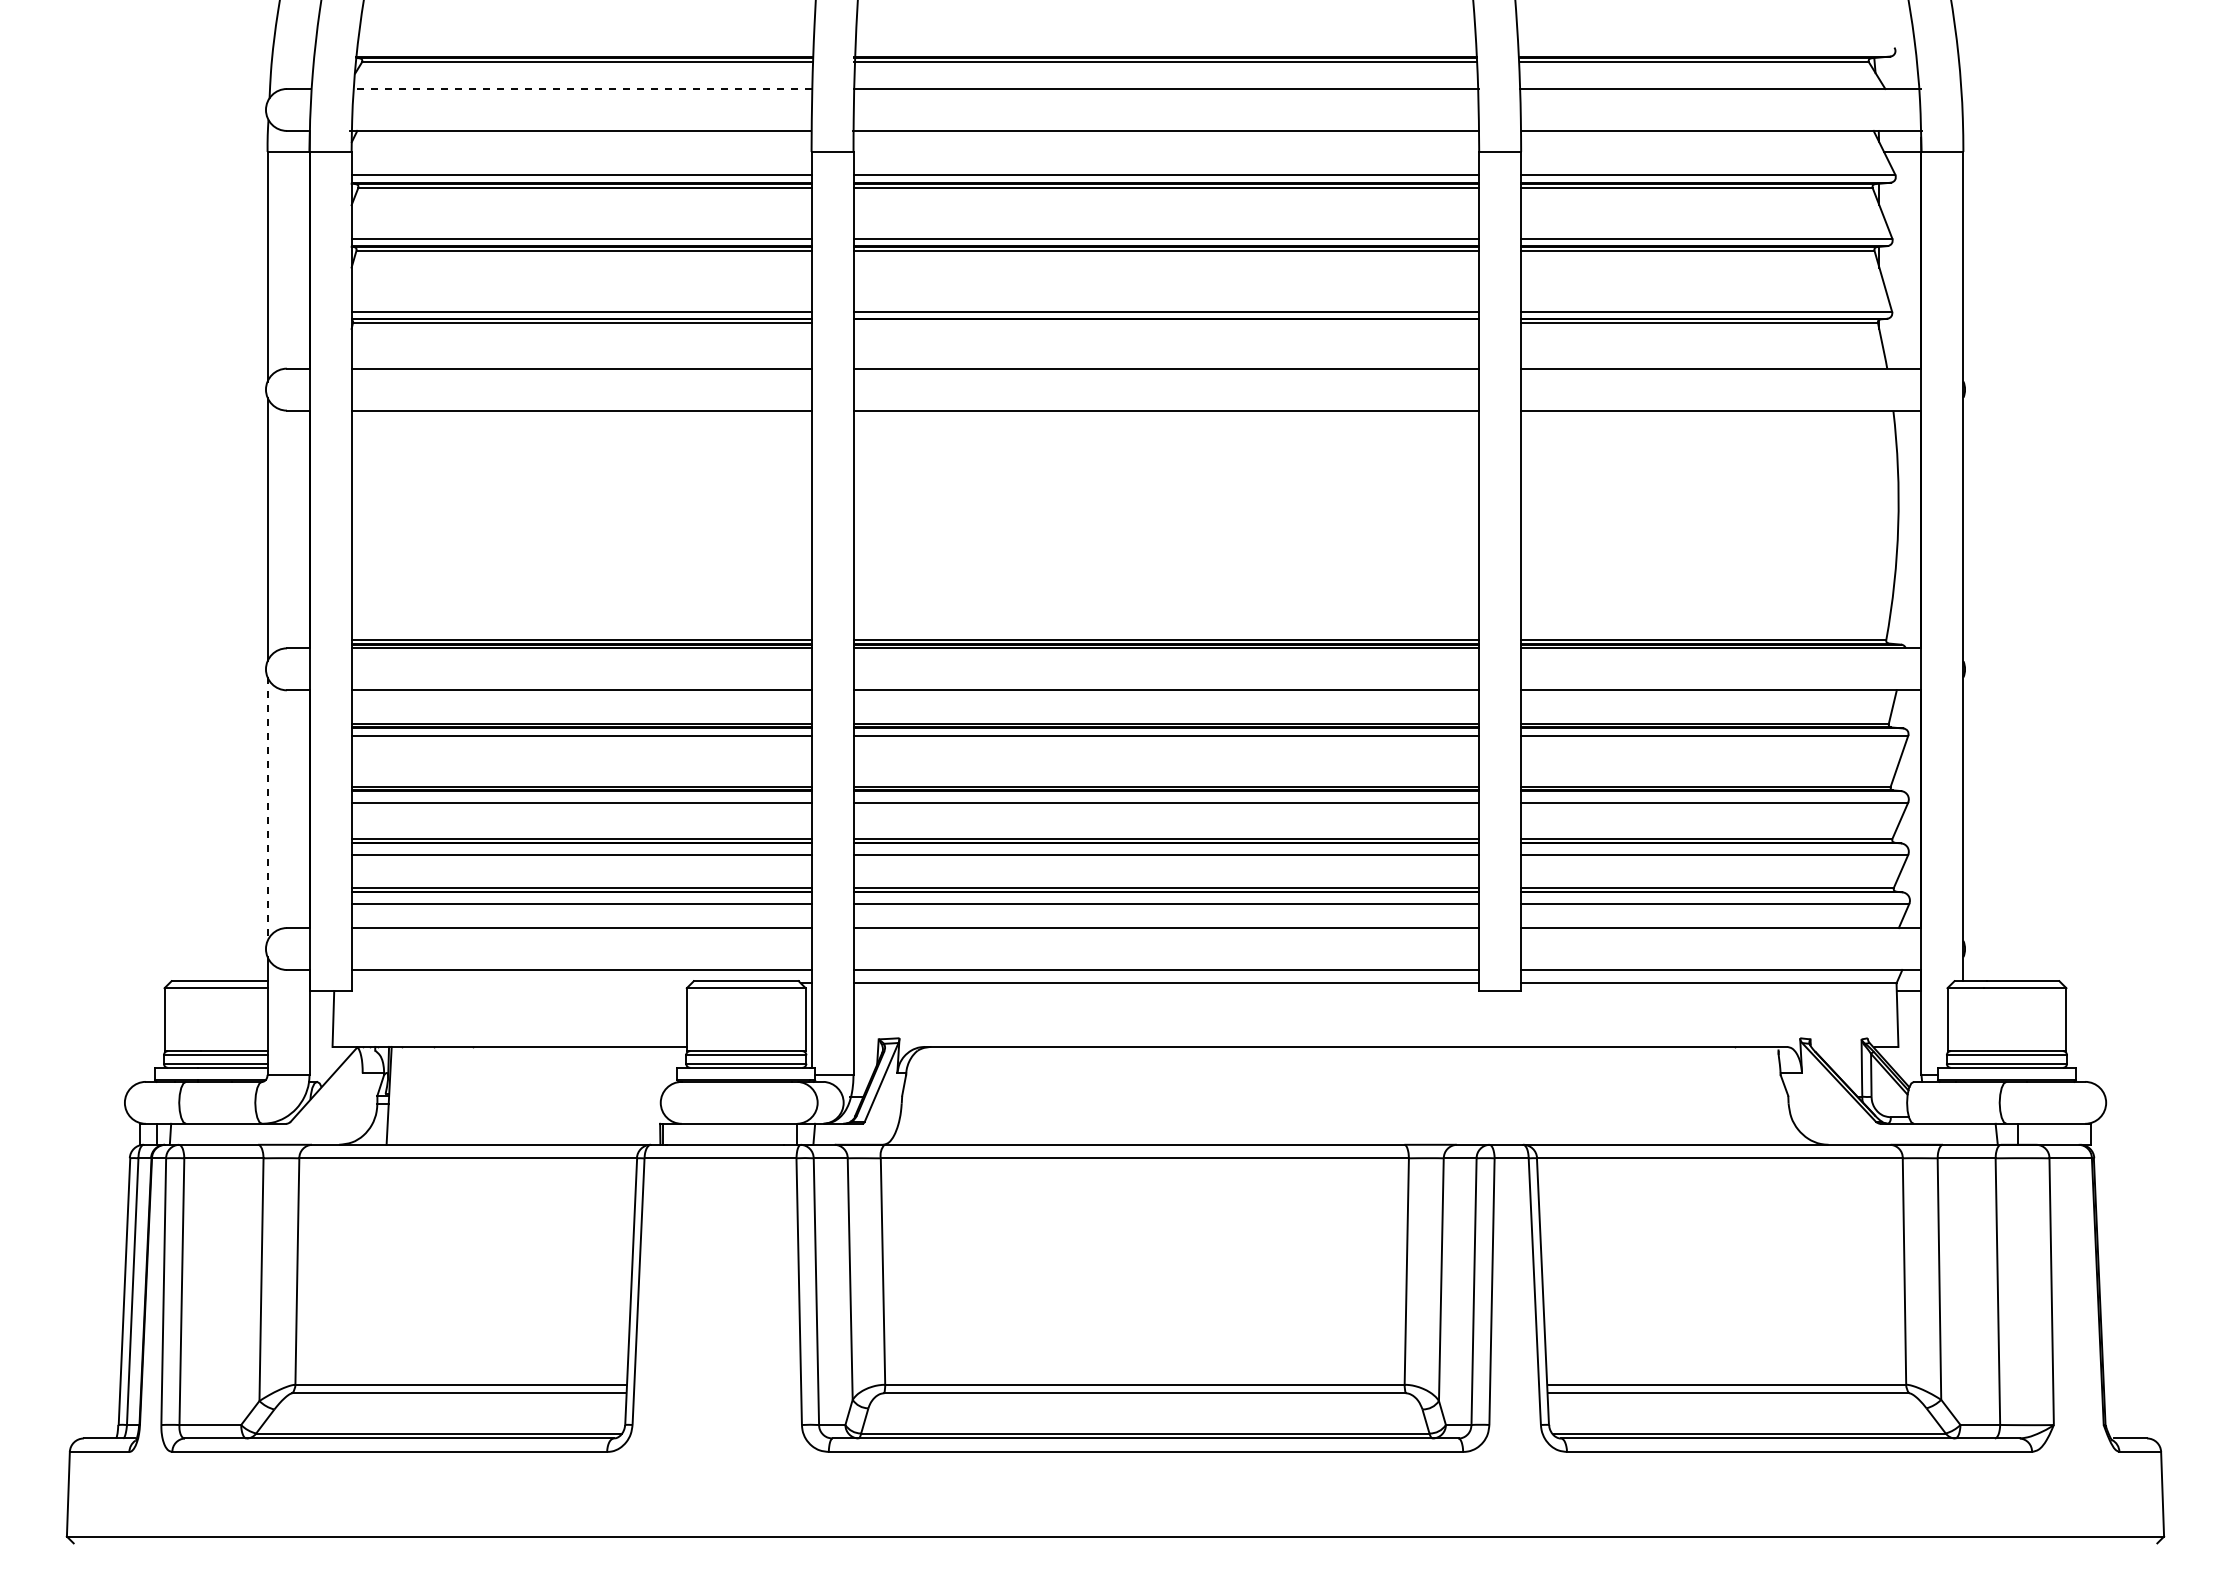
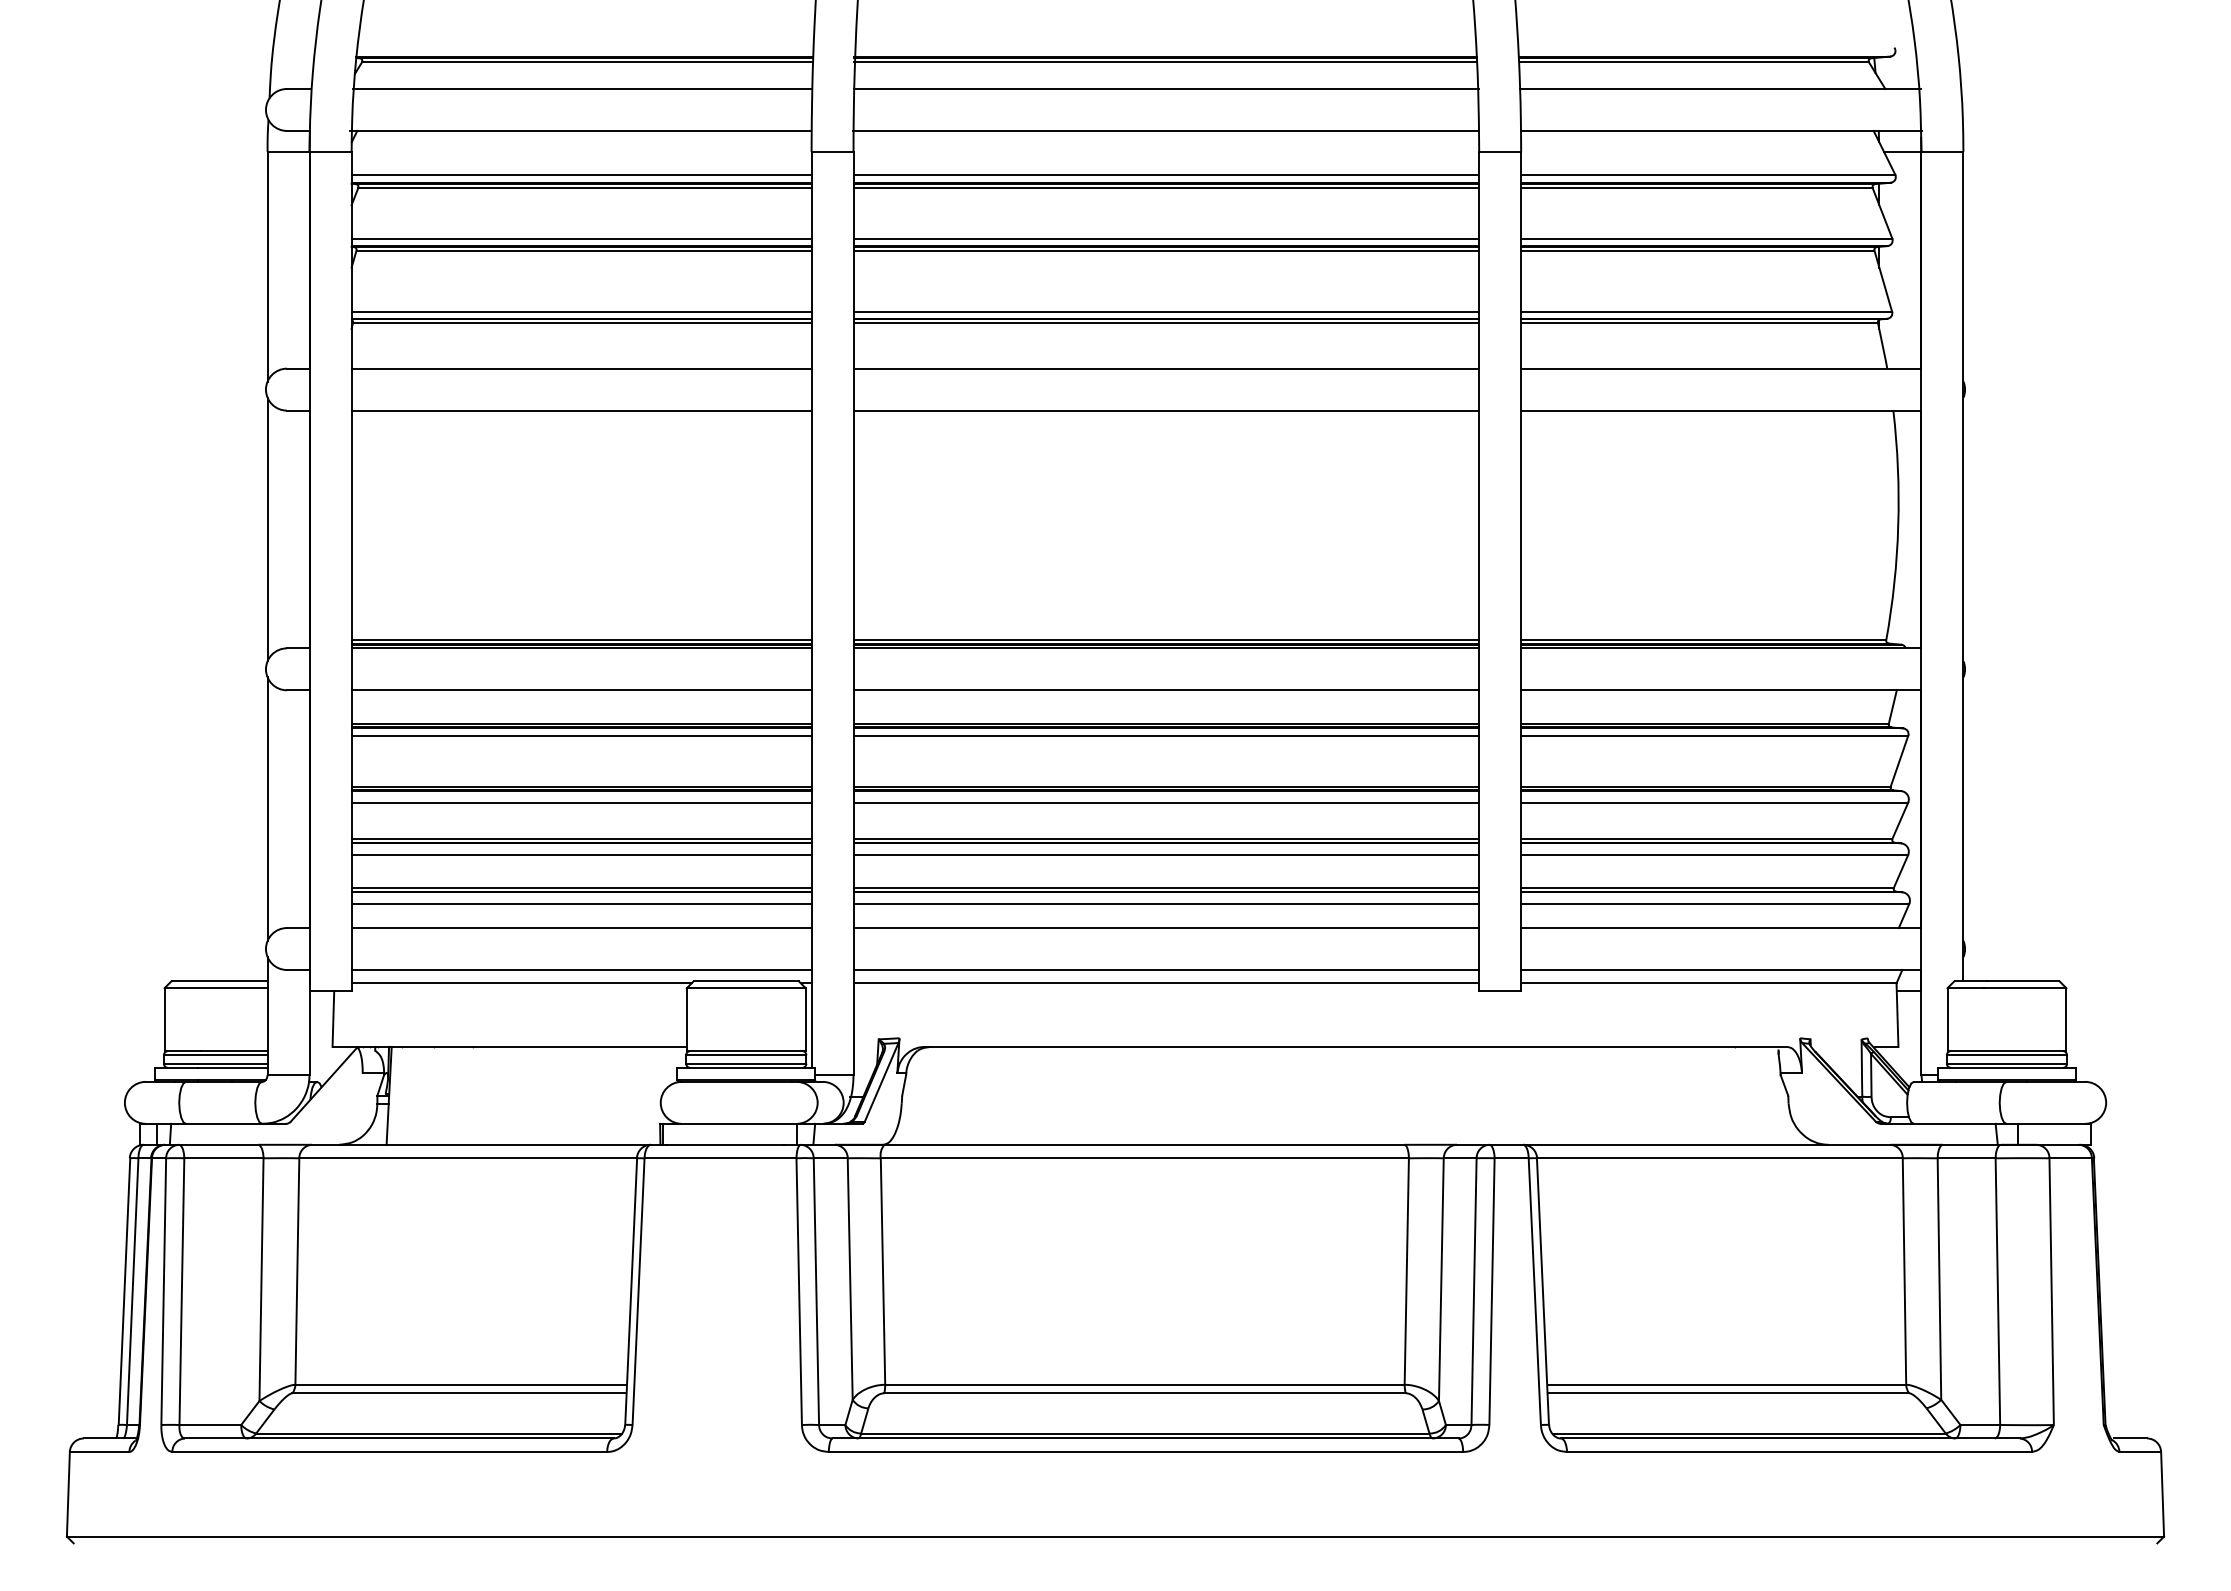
line at (581, 89): dashed -> solid
line at (1166, 322): none -> present
line at (267, 809): dashed -> solid
line at (521, 983): none -> present
